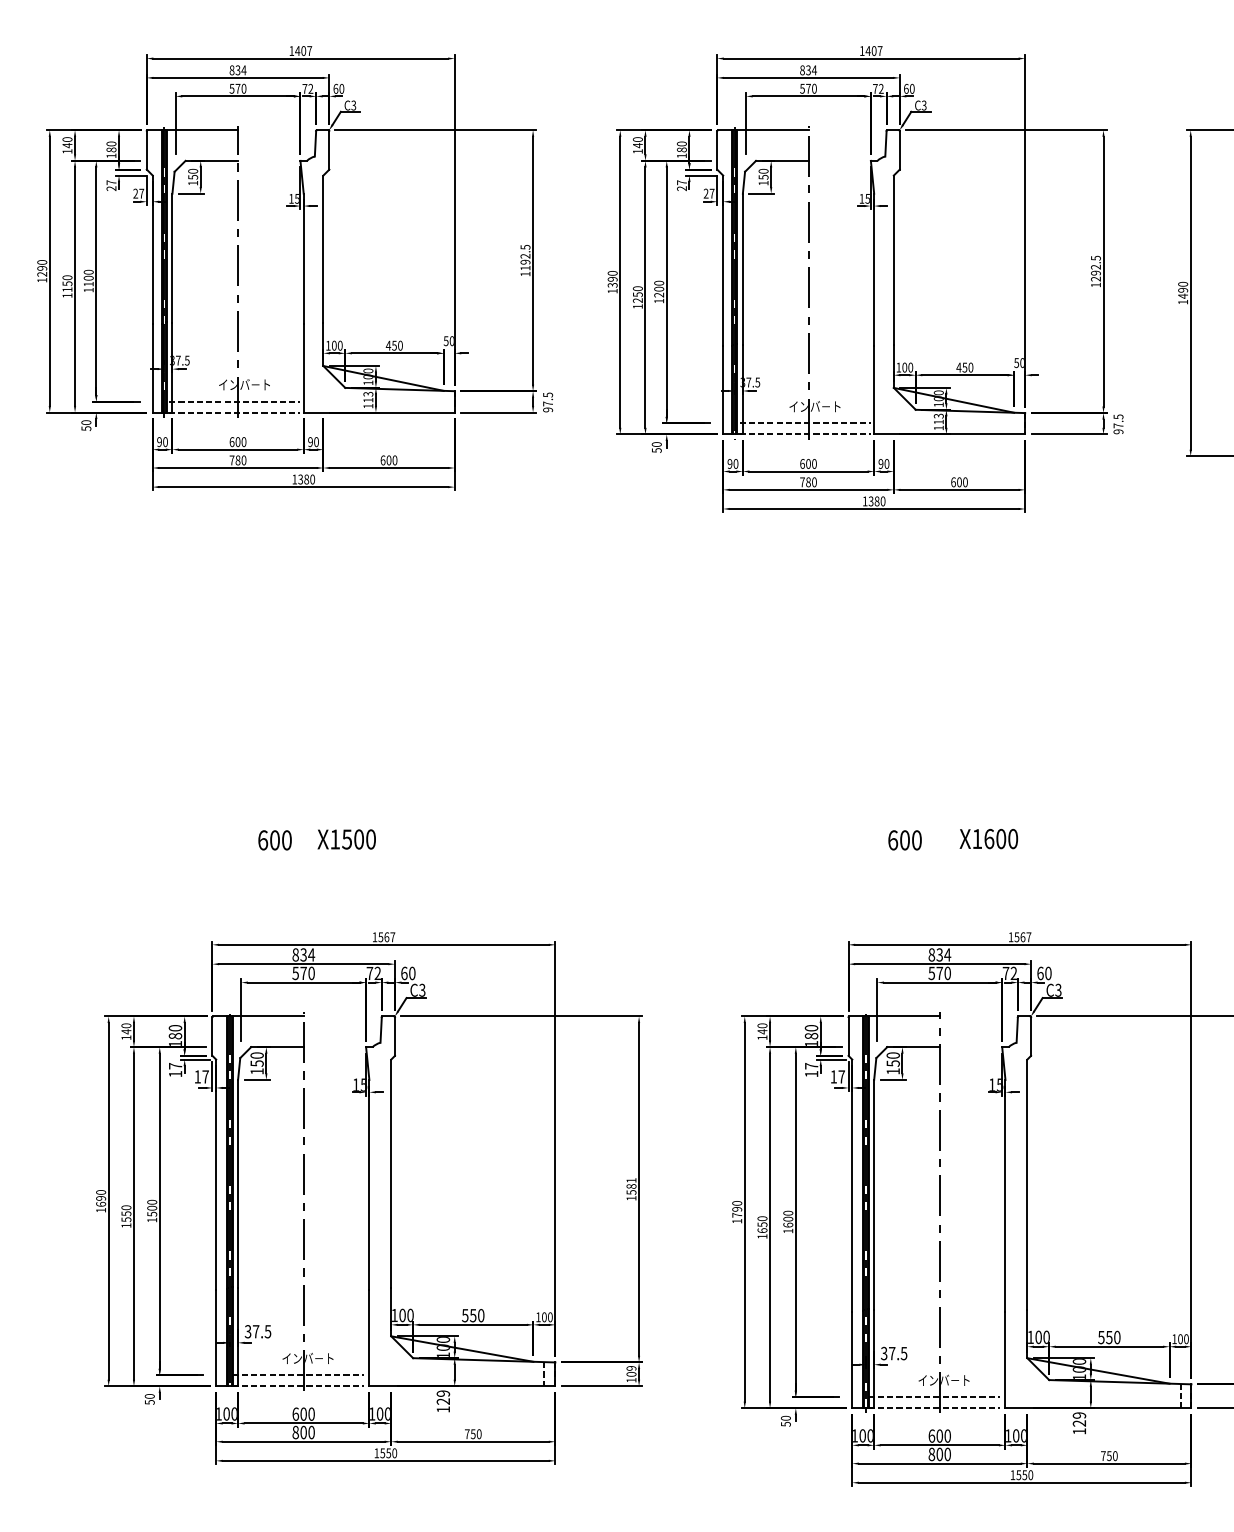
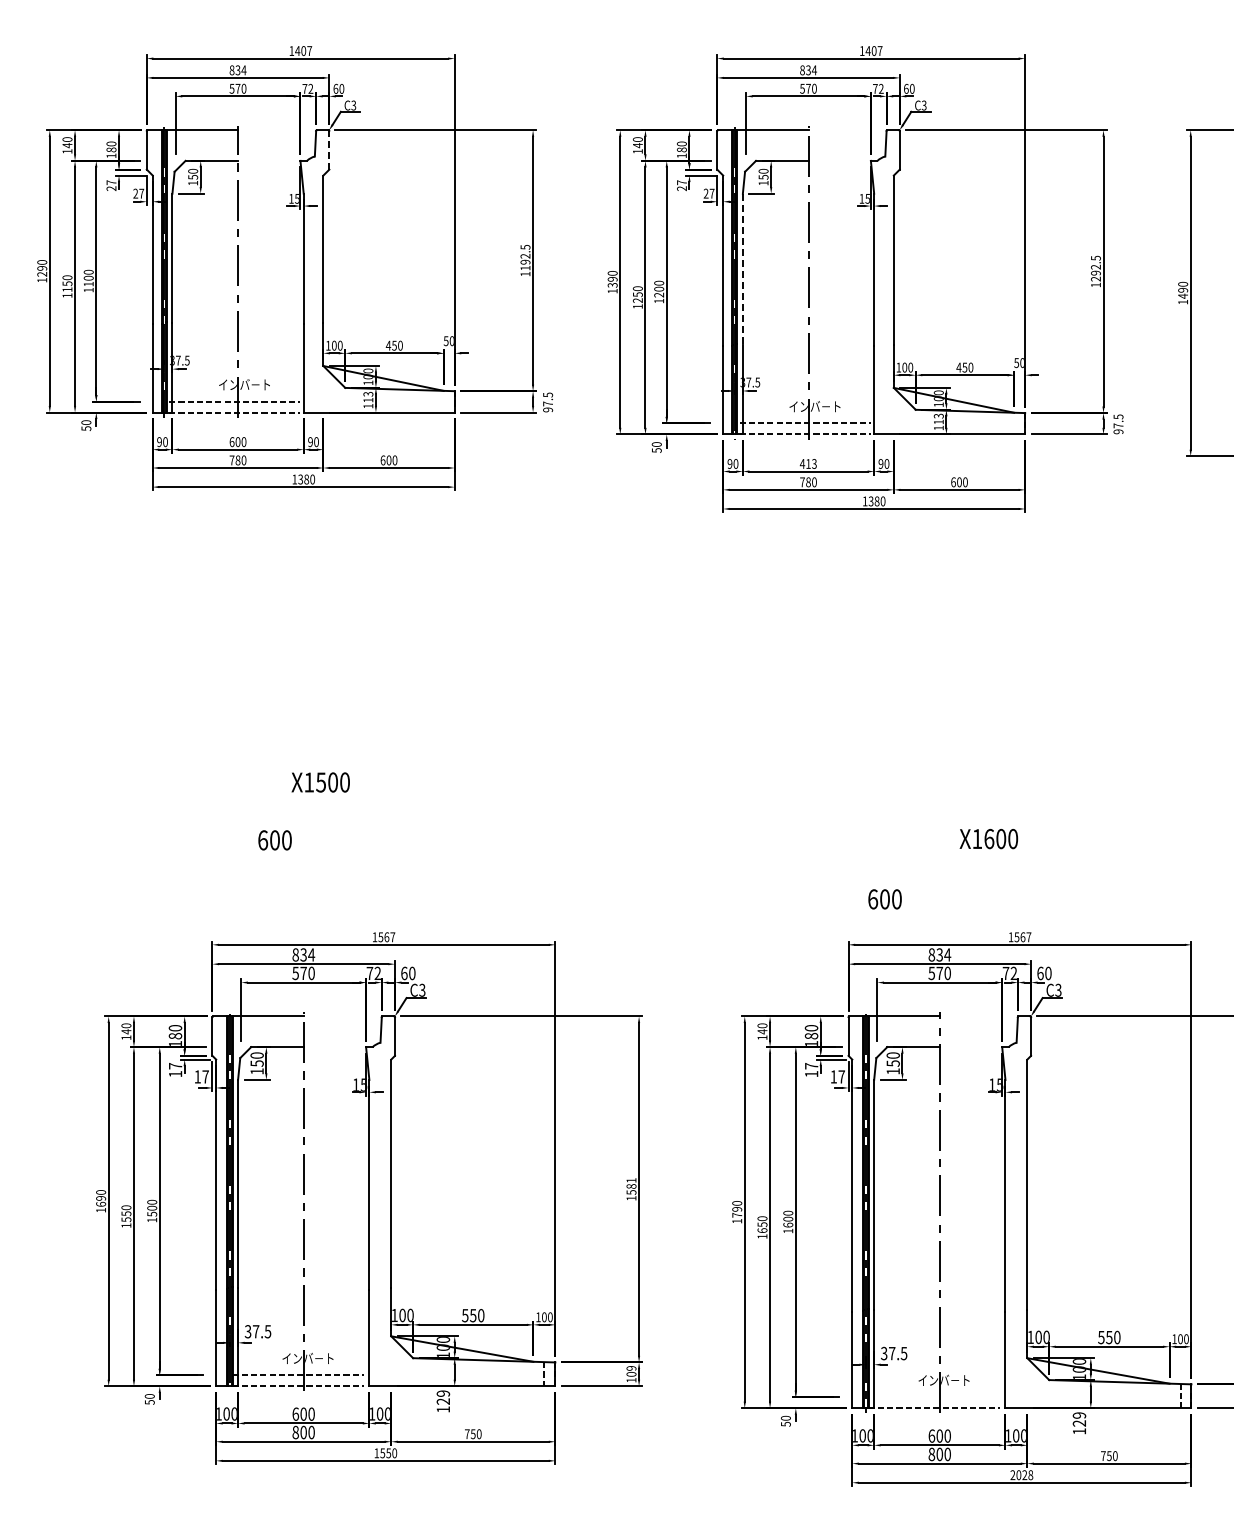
line at (329, 149): solid -> dashed
line at (742, 269): solid -> dashed
text at (807, 463): 600 -> 413
text at (346, 839) position: (346, 839) -> (320, 782)
text at (904, 840) position: (904, 840) -> (884, 899)
line at (934, 1397): present -> none
text at (1021, 1475): 1550 -> 2028
